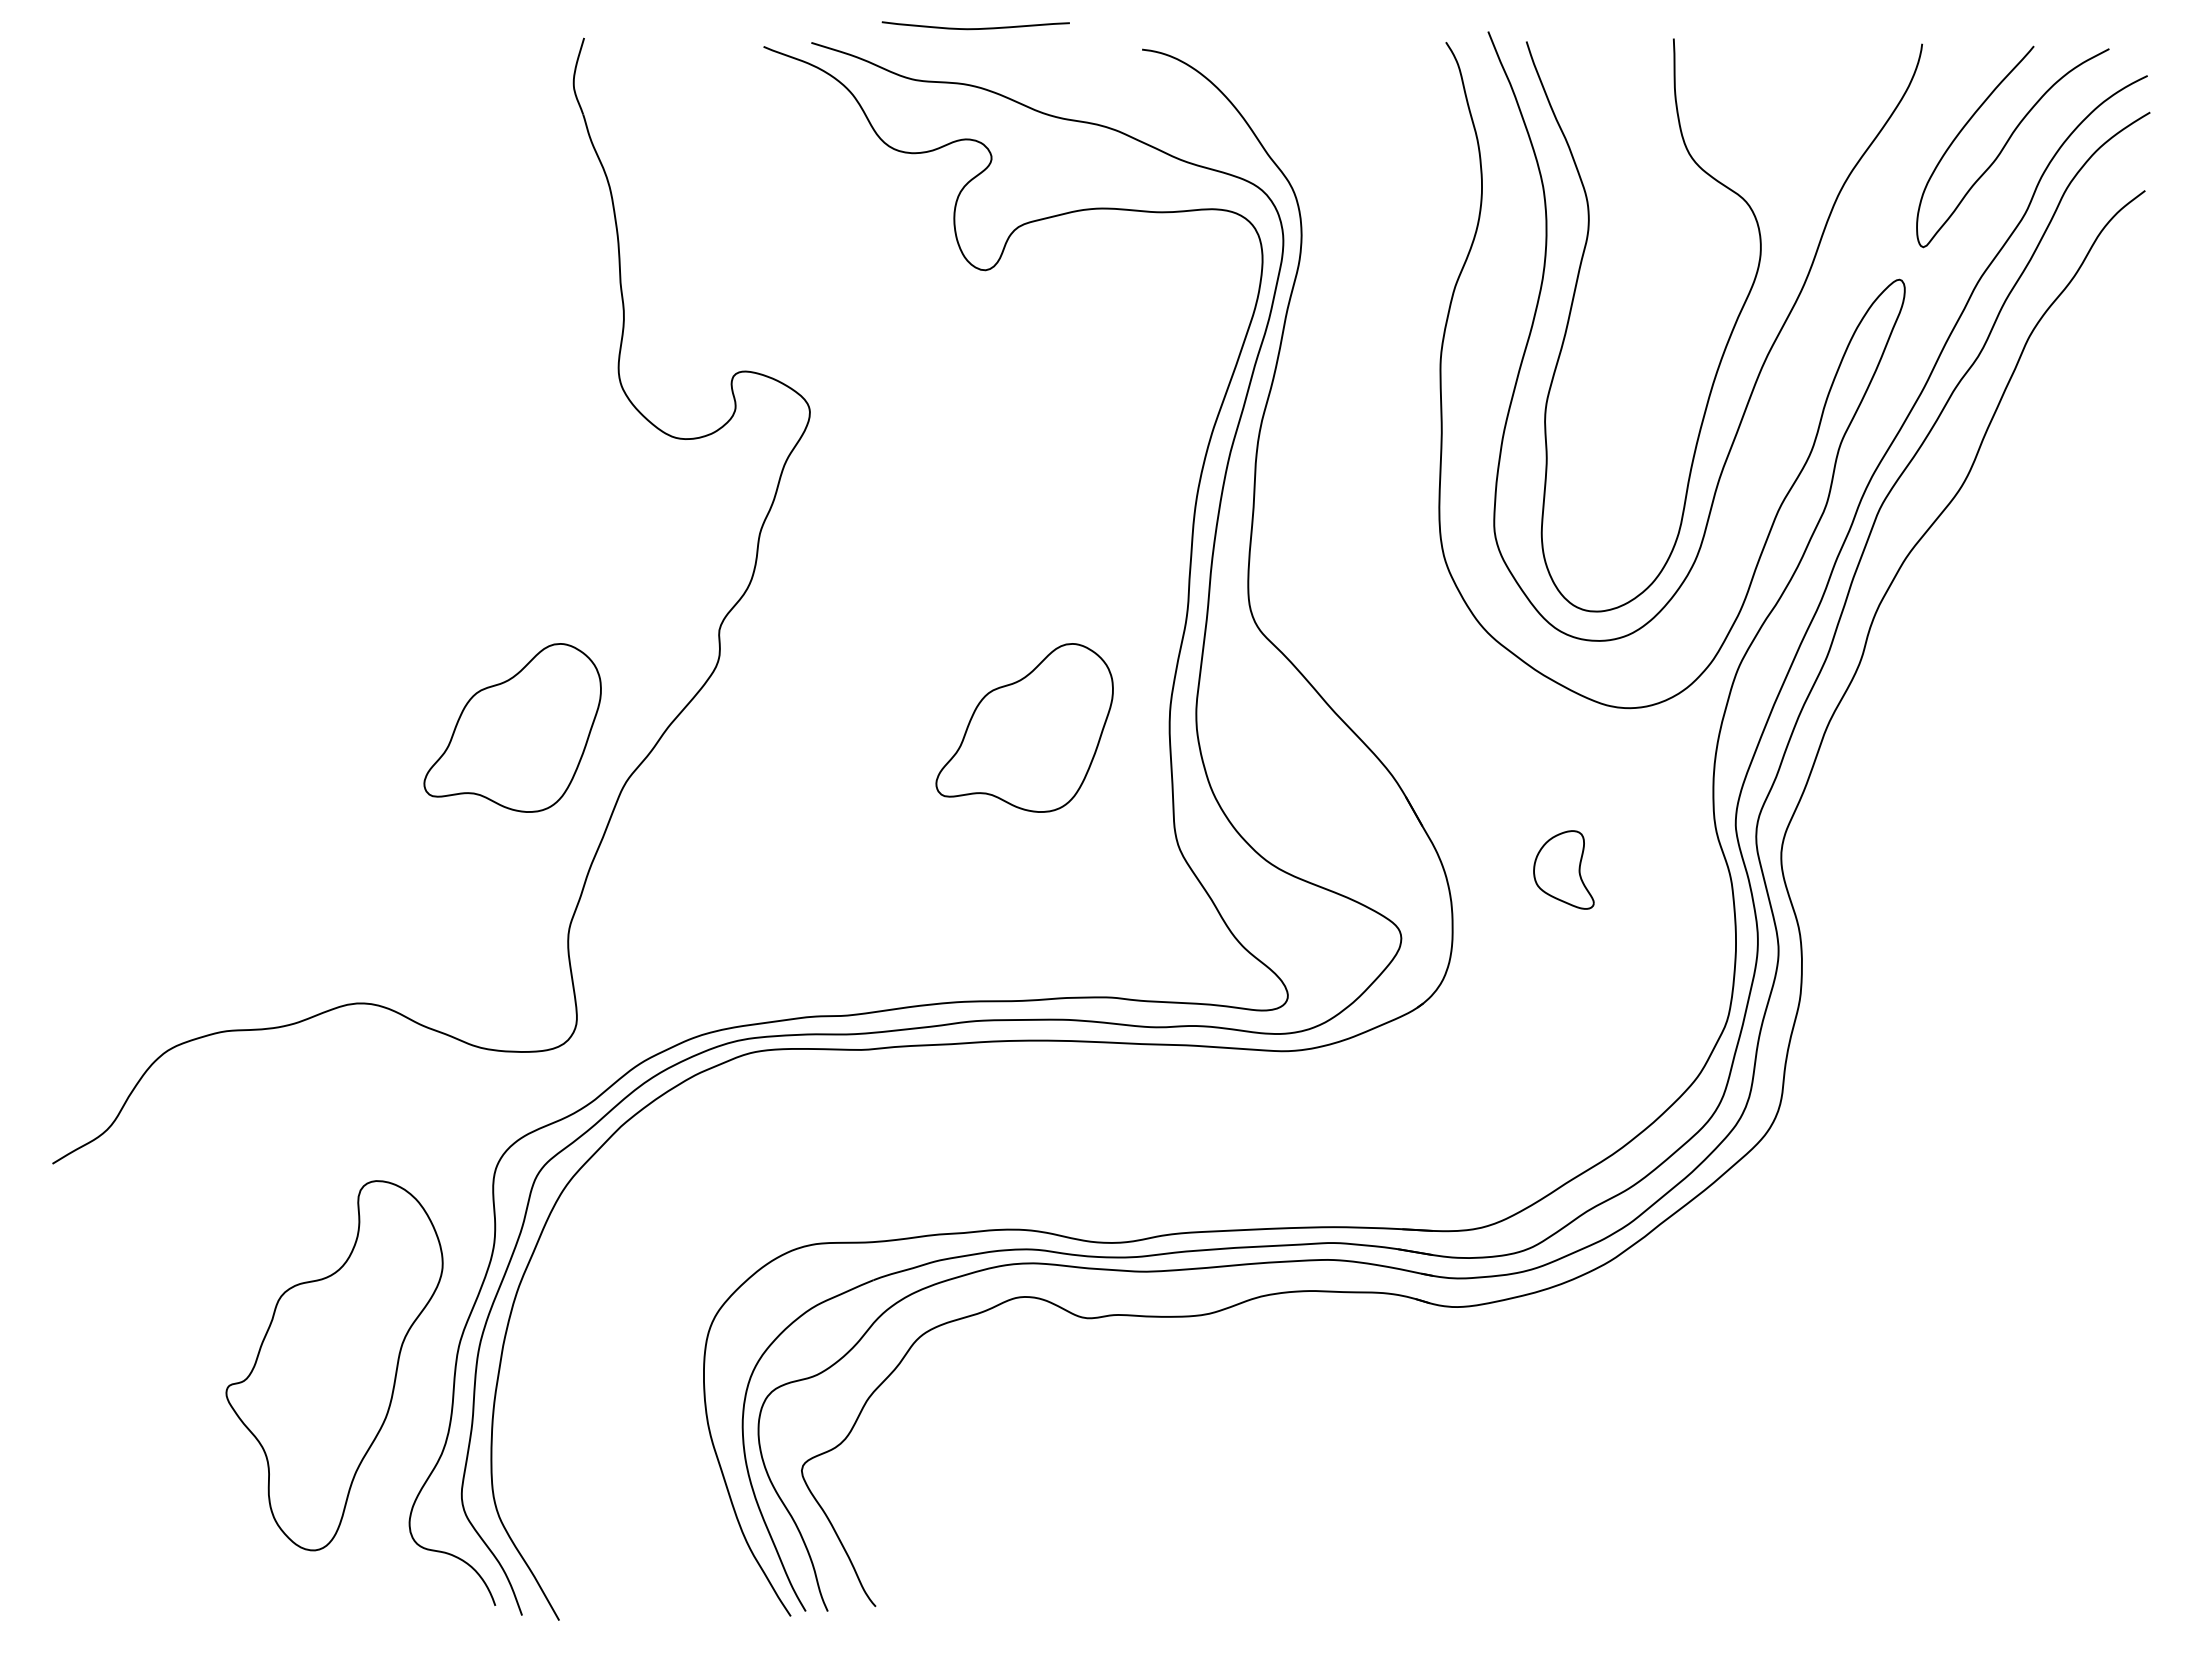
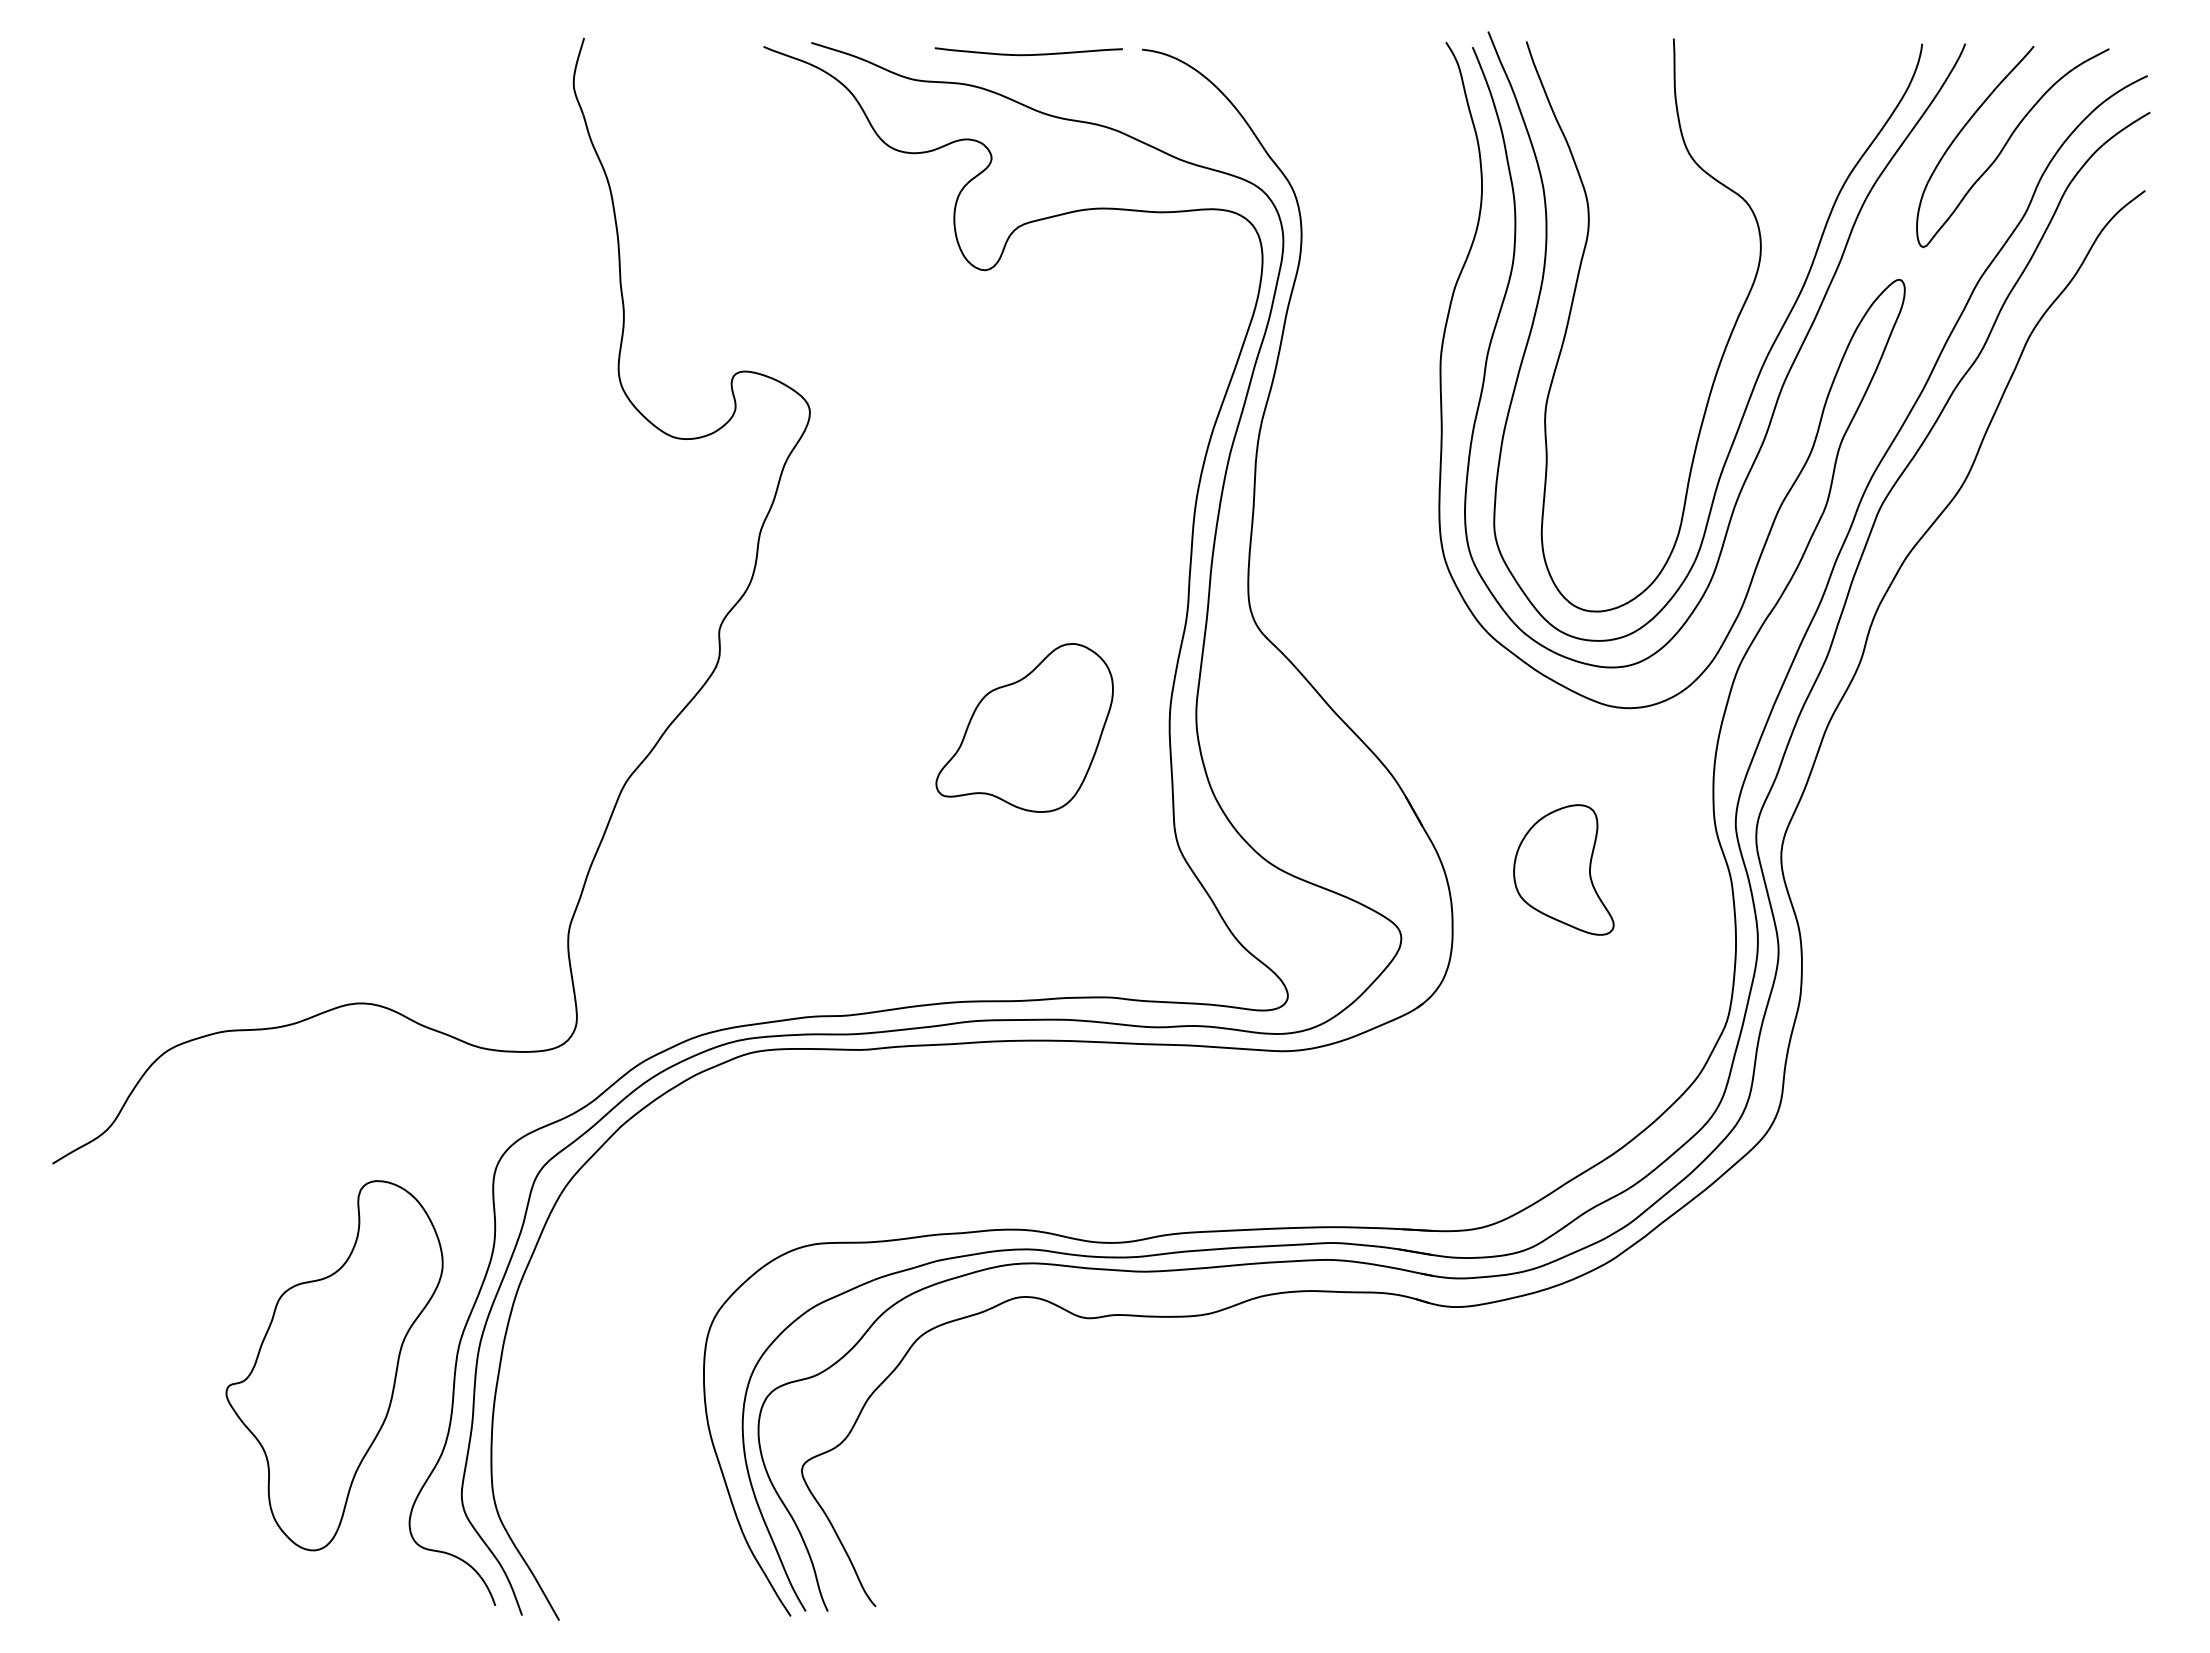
curve at (975, 28) position: (975, 28) -> (1028, 54)
curve at (1782, 383): none -> present
part at (512, 727): present -> none
part at (1563, 869) size: 62x80 px -> 102x132 px
